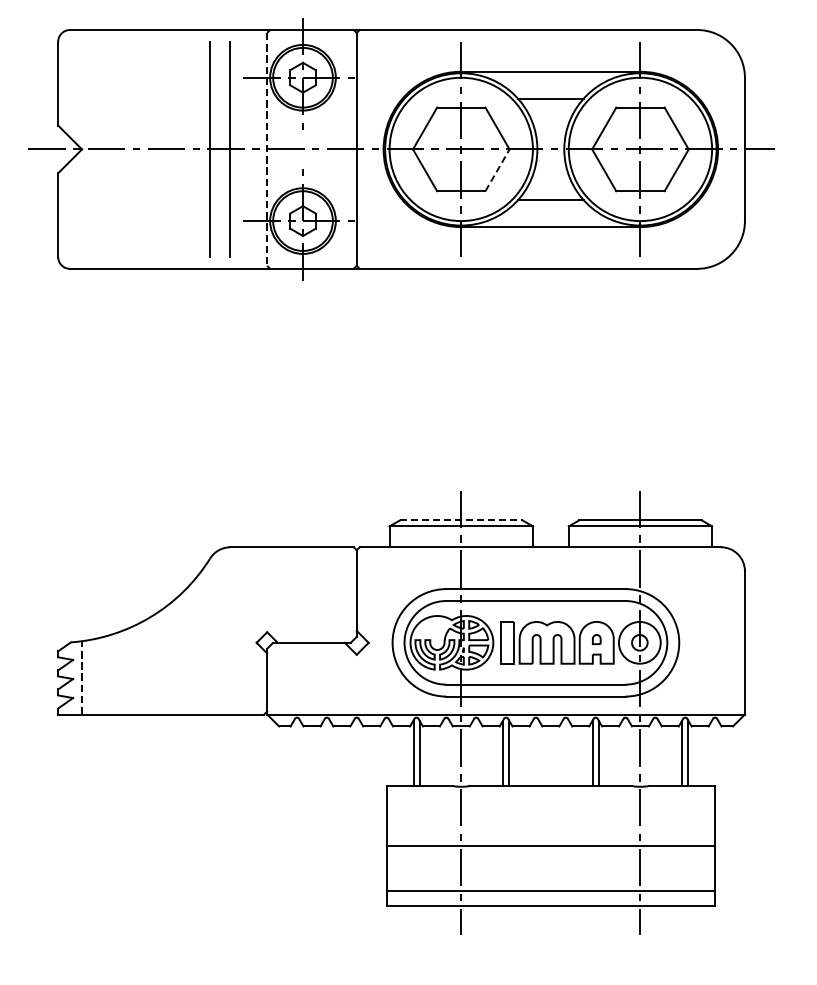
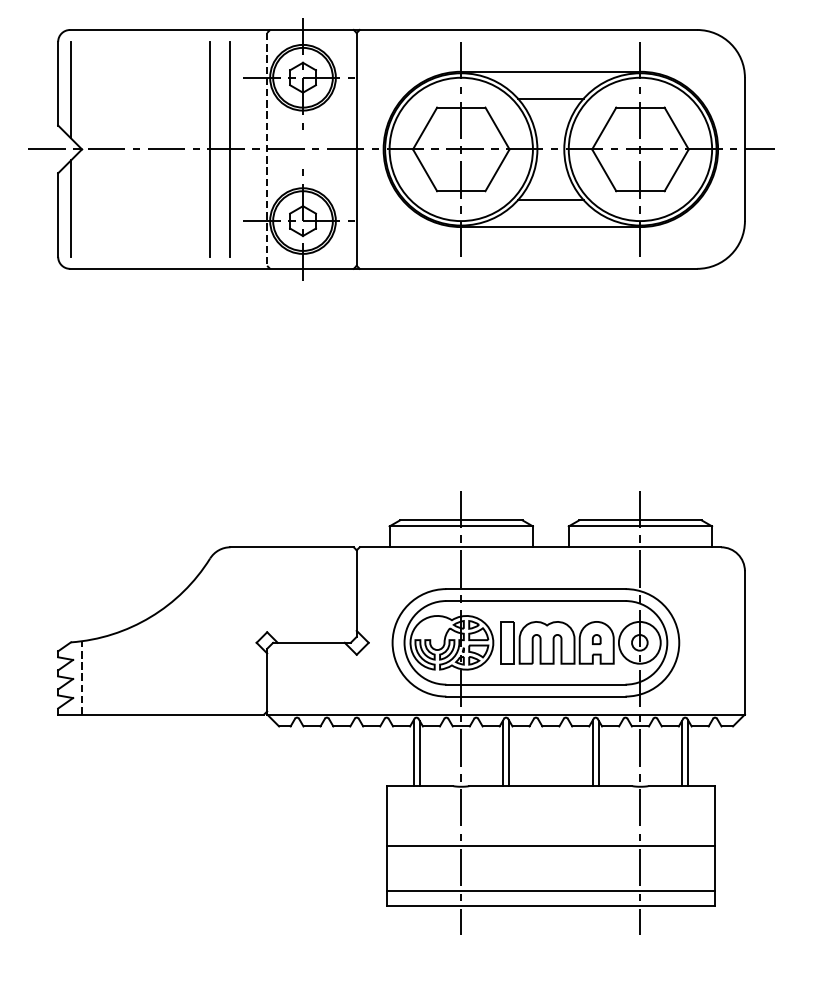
line at (71, 89): none -> present
line at (497, 169): dashed -> solid
line at (71, 208): none -> present
line at (461, 520): dashed -> solid
